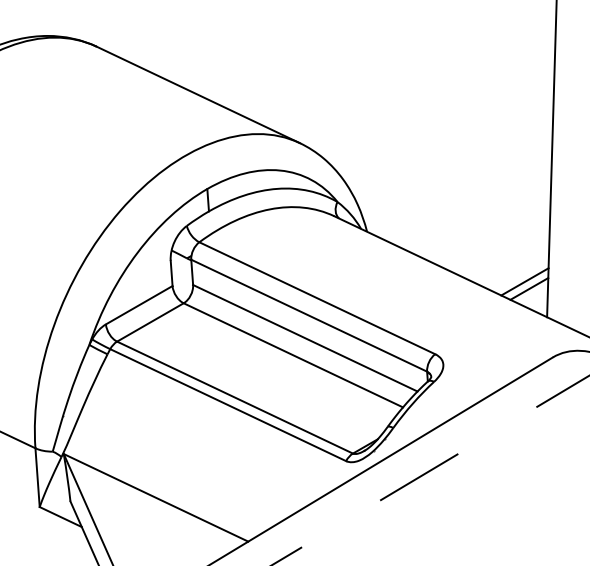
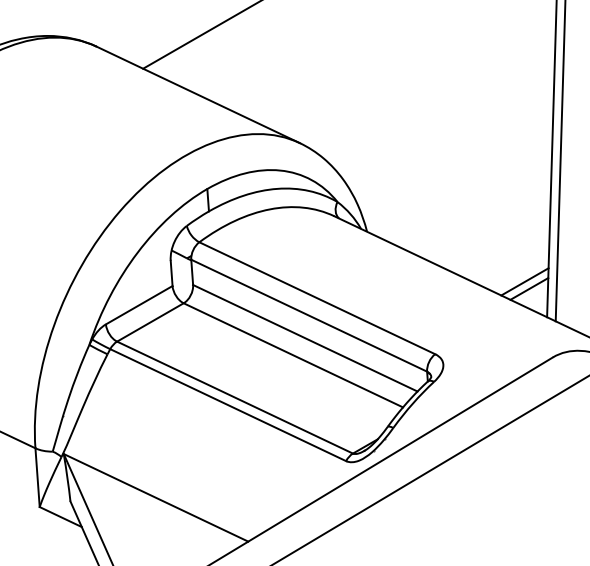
line at (200, 35): none -> present
line at (560, 161): none -> present
line at (430, 470): dashed -> solid
